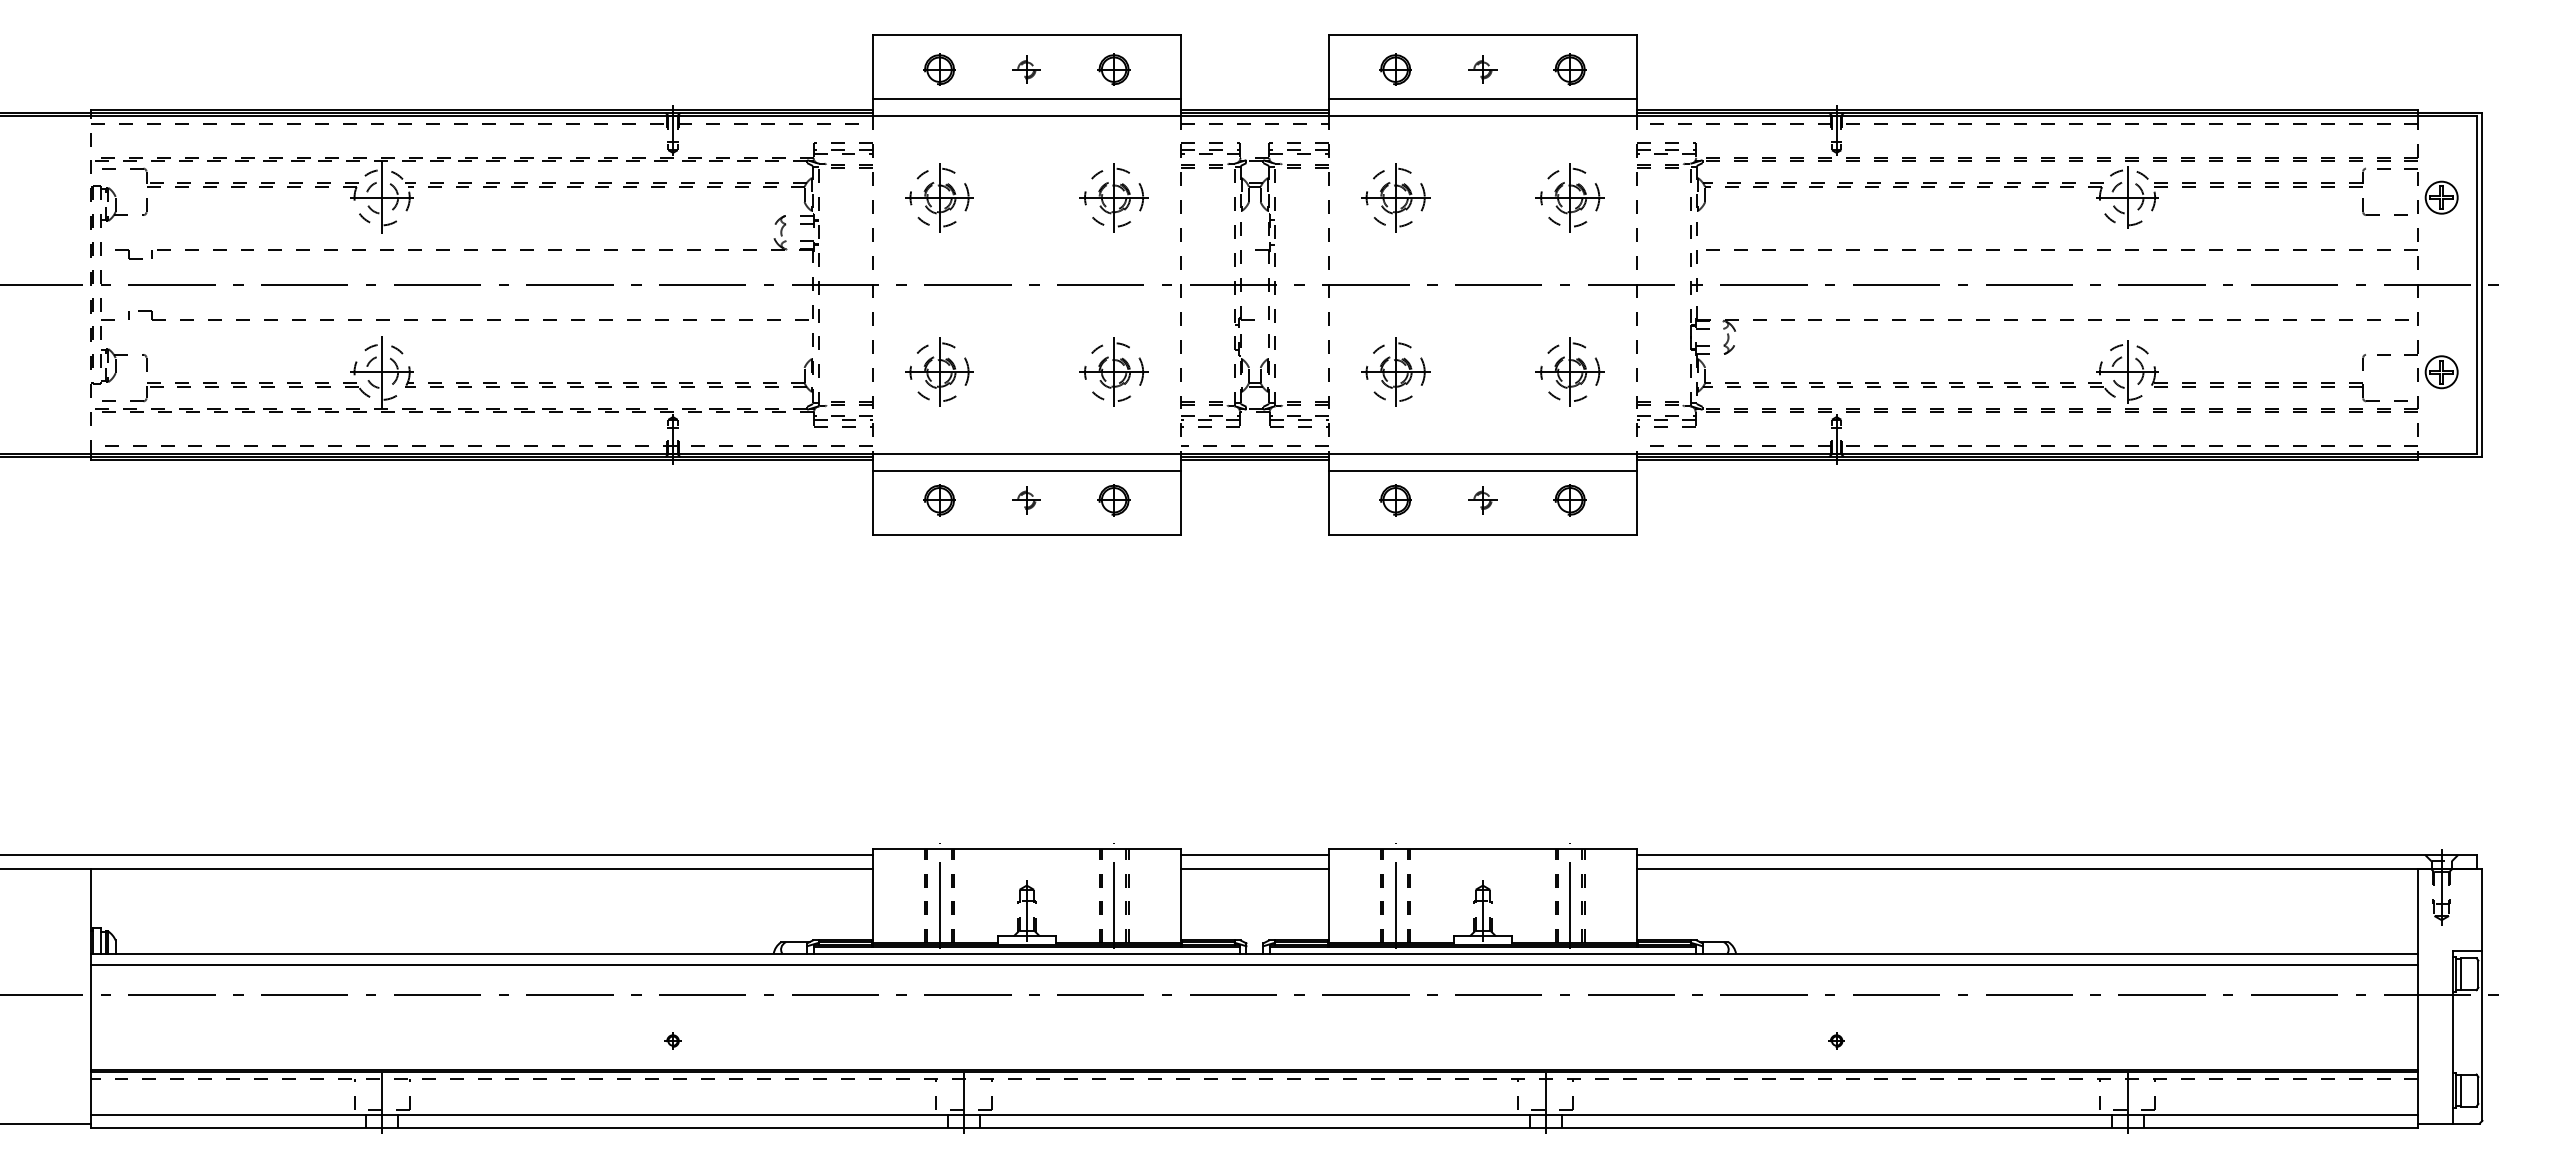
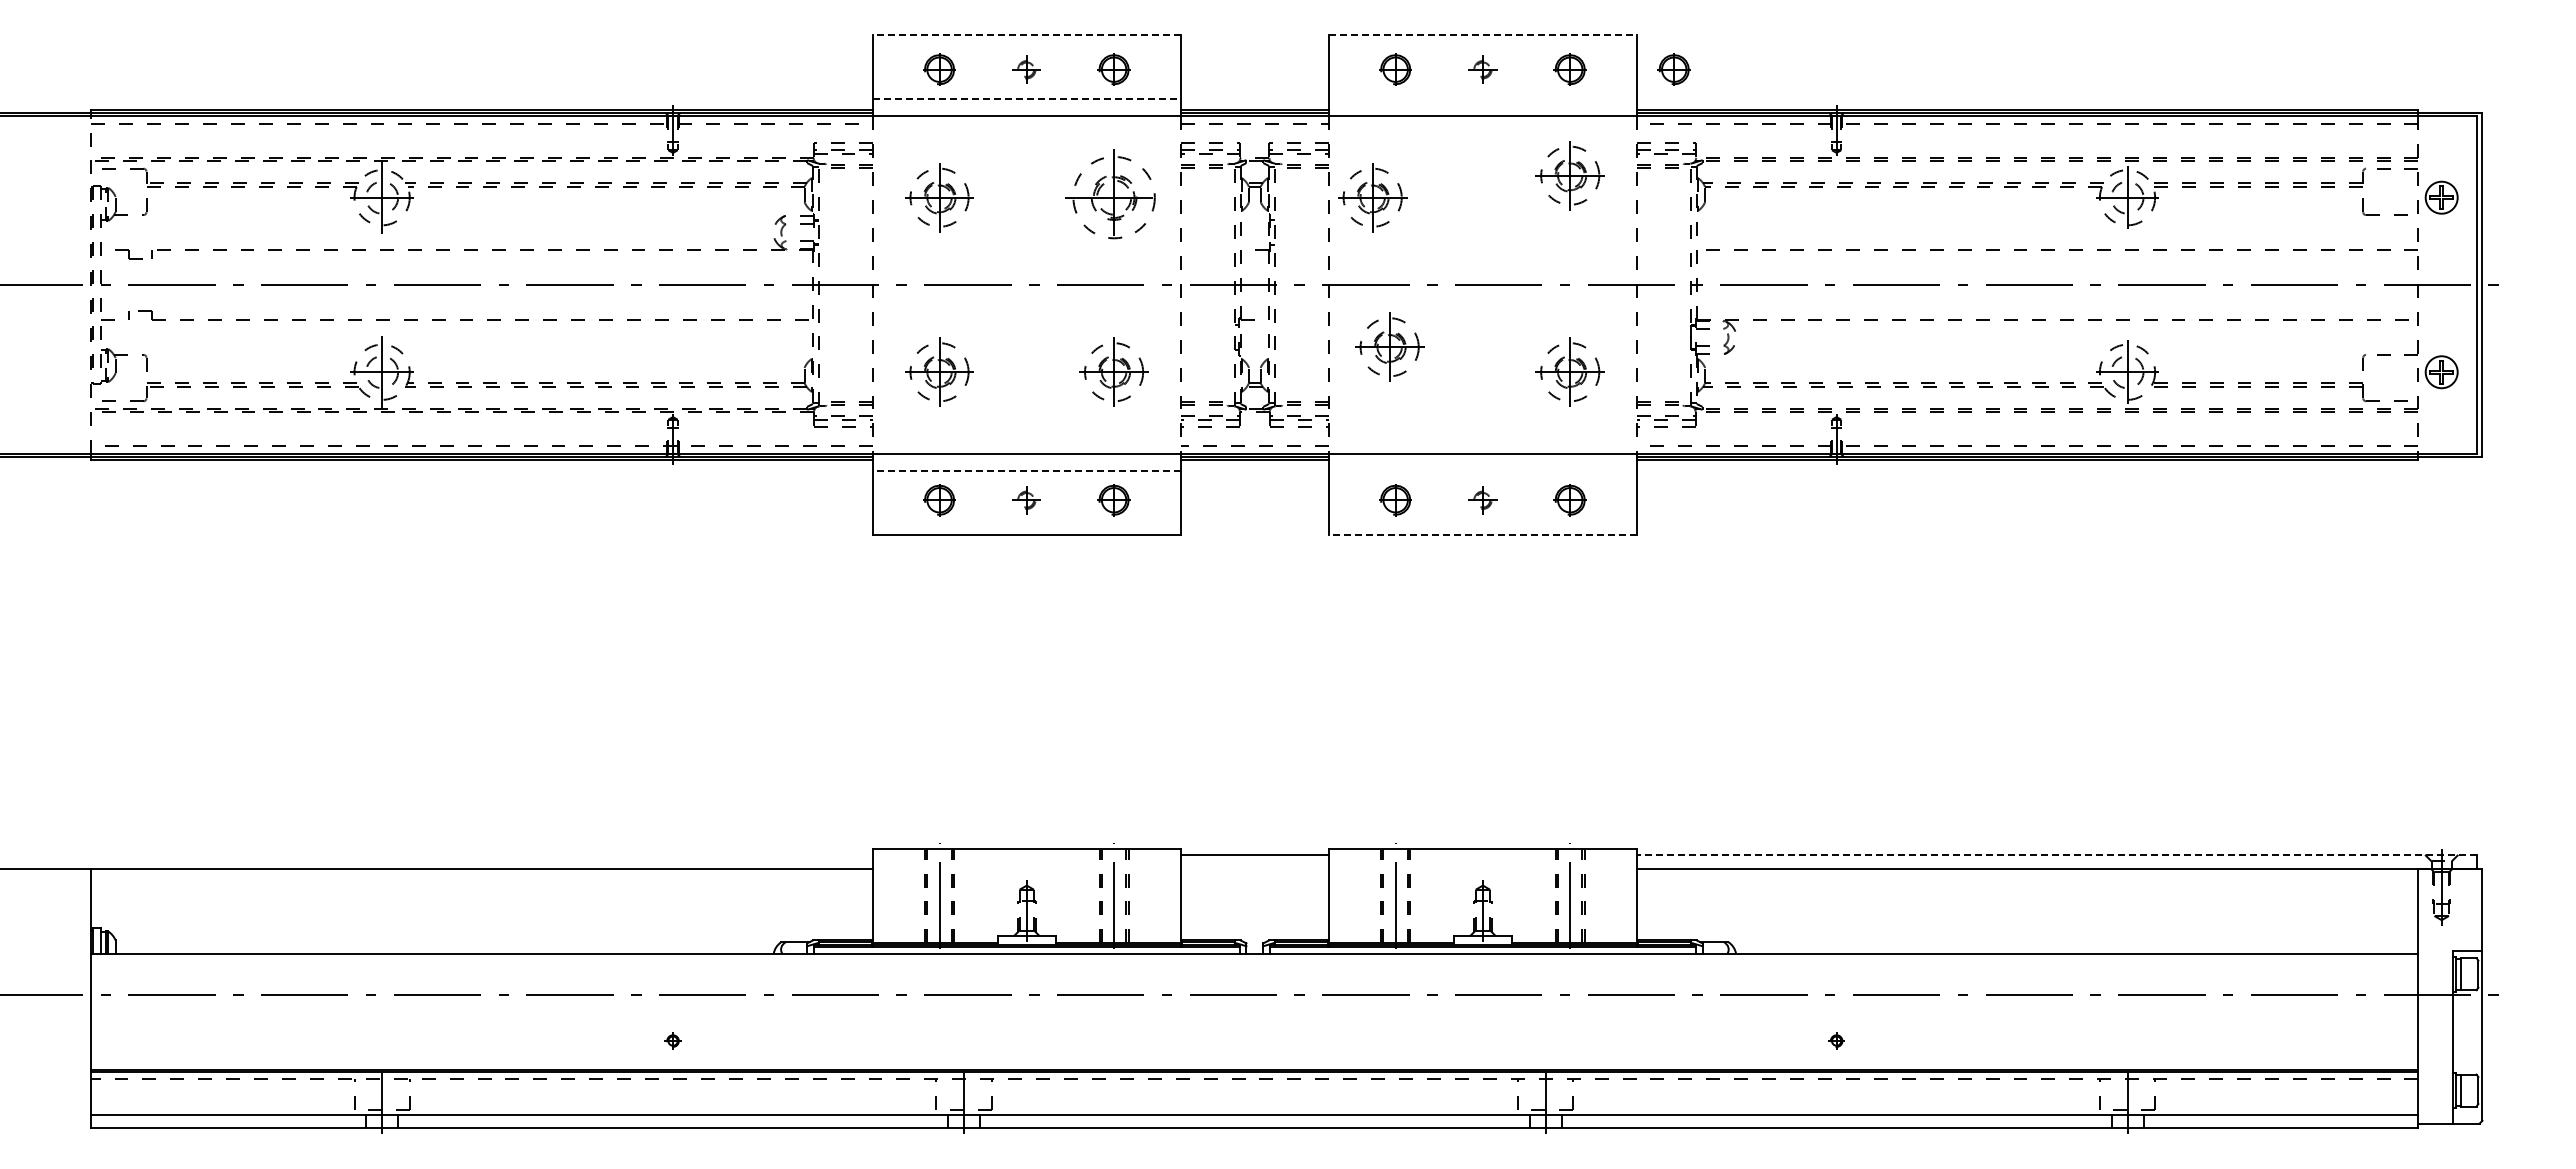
line at (1026, 34): solid -> dashed
line at (1483, 34): solid -> dashed
part at (1673, 69): none -> present
line at (1027, 98): solid -> dashed
line at (1482, 98): present -> none
part at (1113, 197) size: 70x70 px -> 91x91 px
part at (1395, 197) position: (1395, 197) -> (1372, 197)
part at (1569, 197) position: (1569, 197) -> (1569, 175)
part at (1395, 371) position: (1395, 371) -> (1389, 346)
line at (1026, 471): solid -> dashed
line at (1482, 471): present -> none
line at (1482, 535): solid -> dashed
line at (437, 854): present -> none
line at (2056, 854): solid -> dashed
line at (1254, 869): present -> none
line at (1254, 965): present -> none
line at (46, 1123): present -> none
